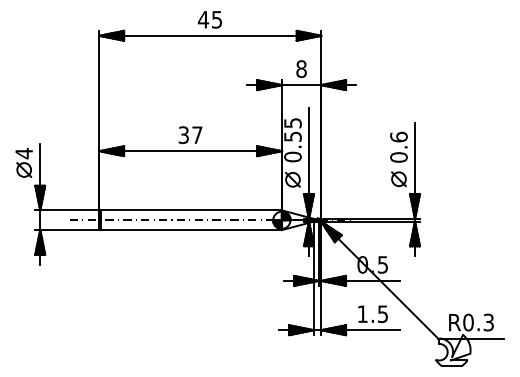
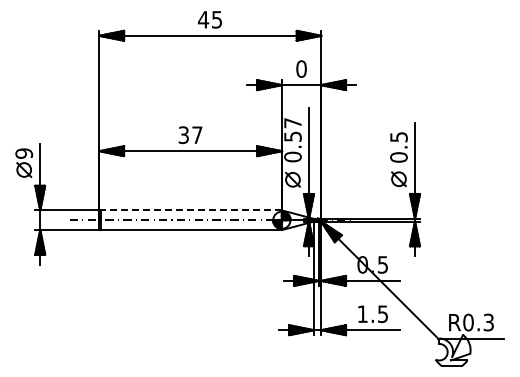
text at (301, 68): 8 -> 0
text at (292, 123): 0.55 -> 0.57
text at (398, 136): 0.6 -> 0.5
text at (24, 153): 4 -> 9
line at (190, 210): solid -> dashed
